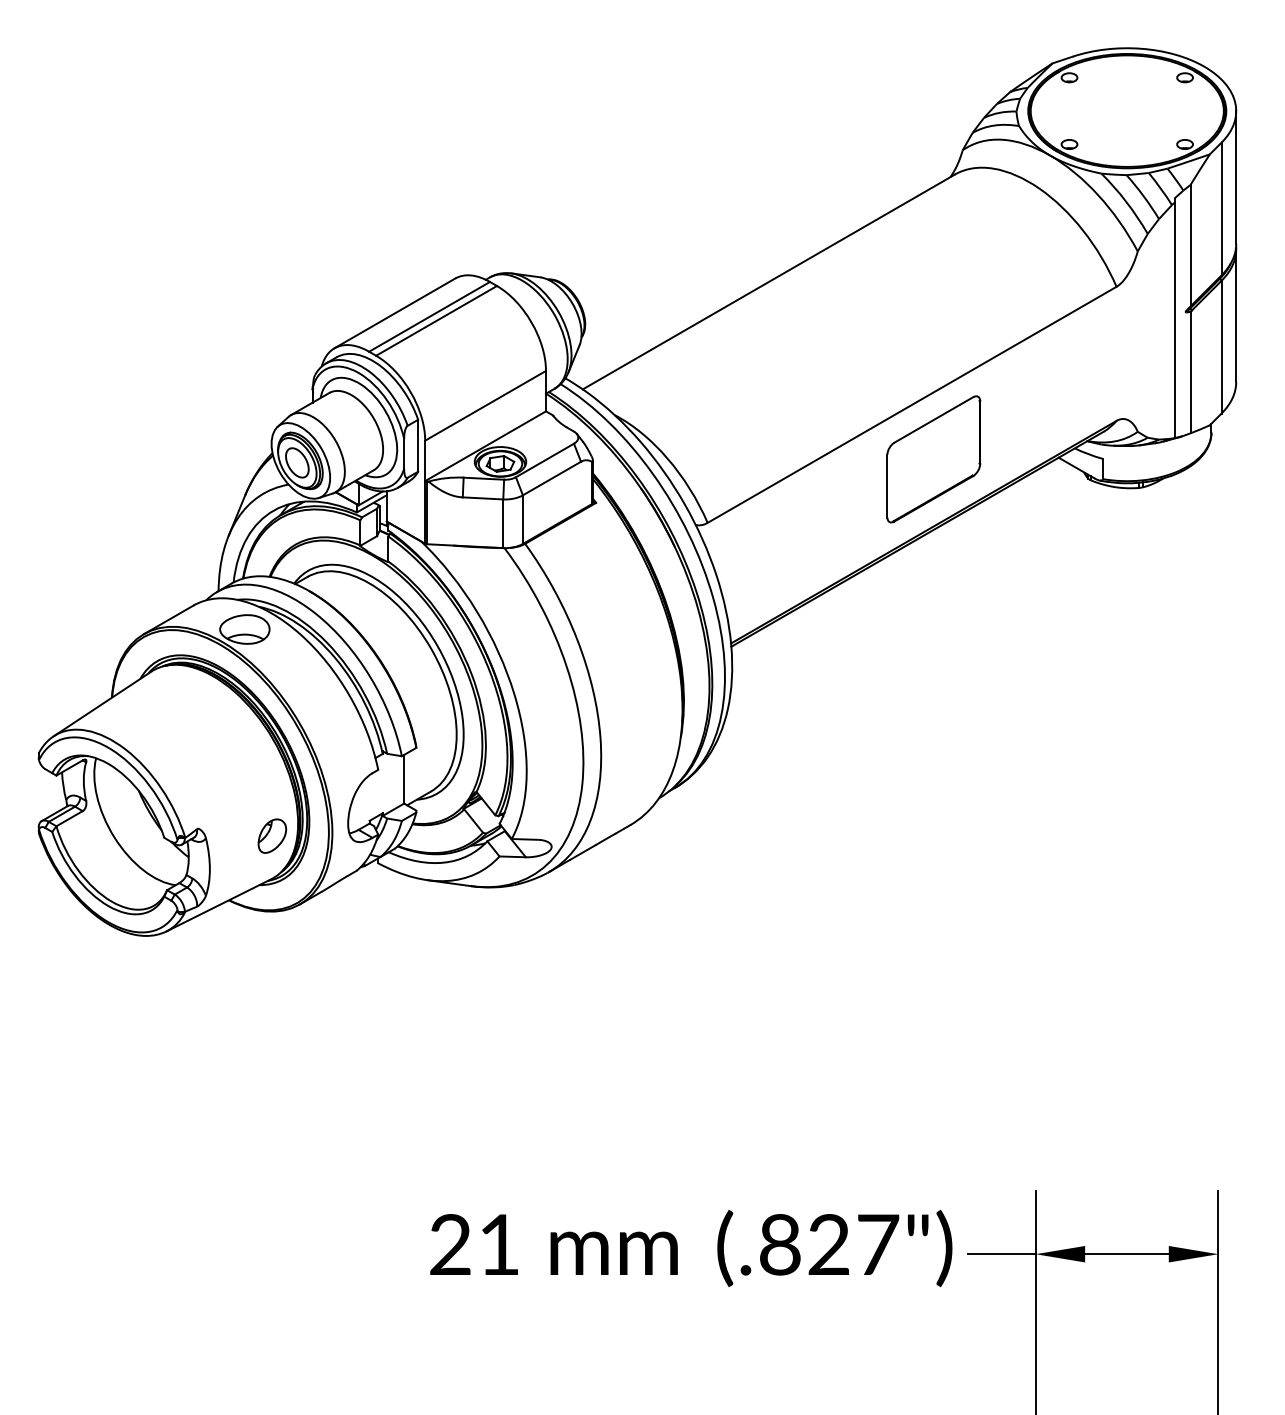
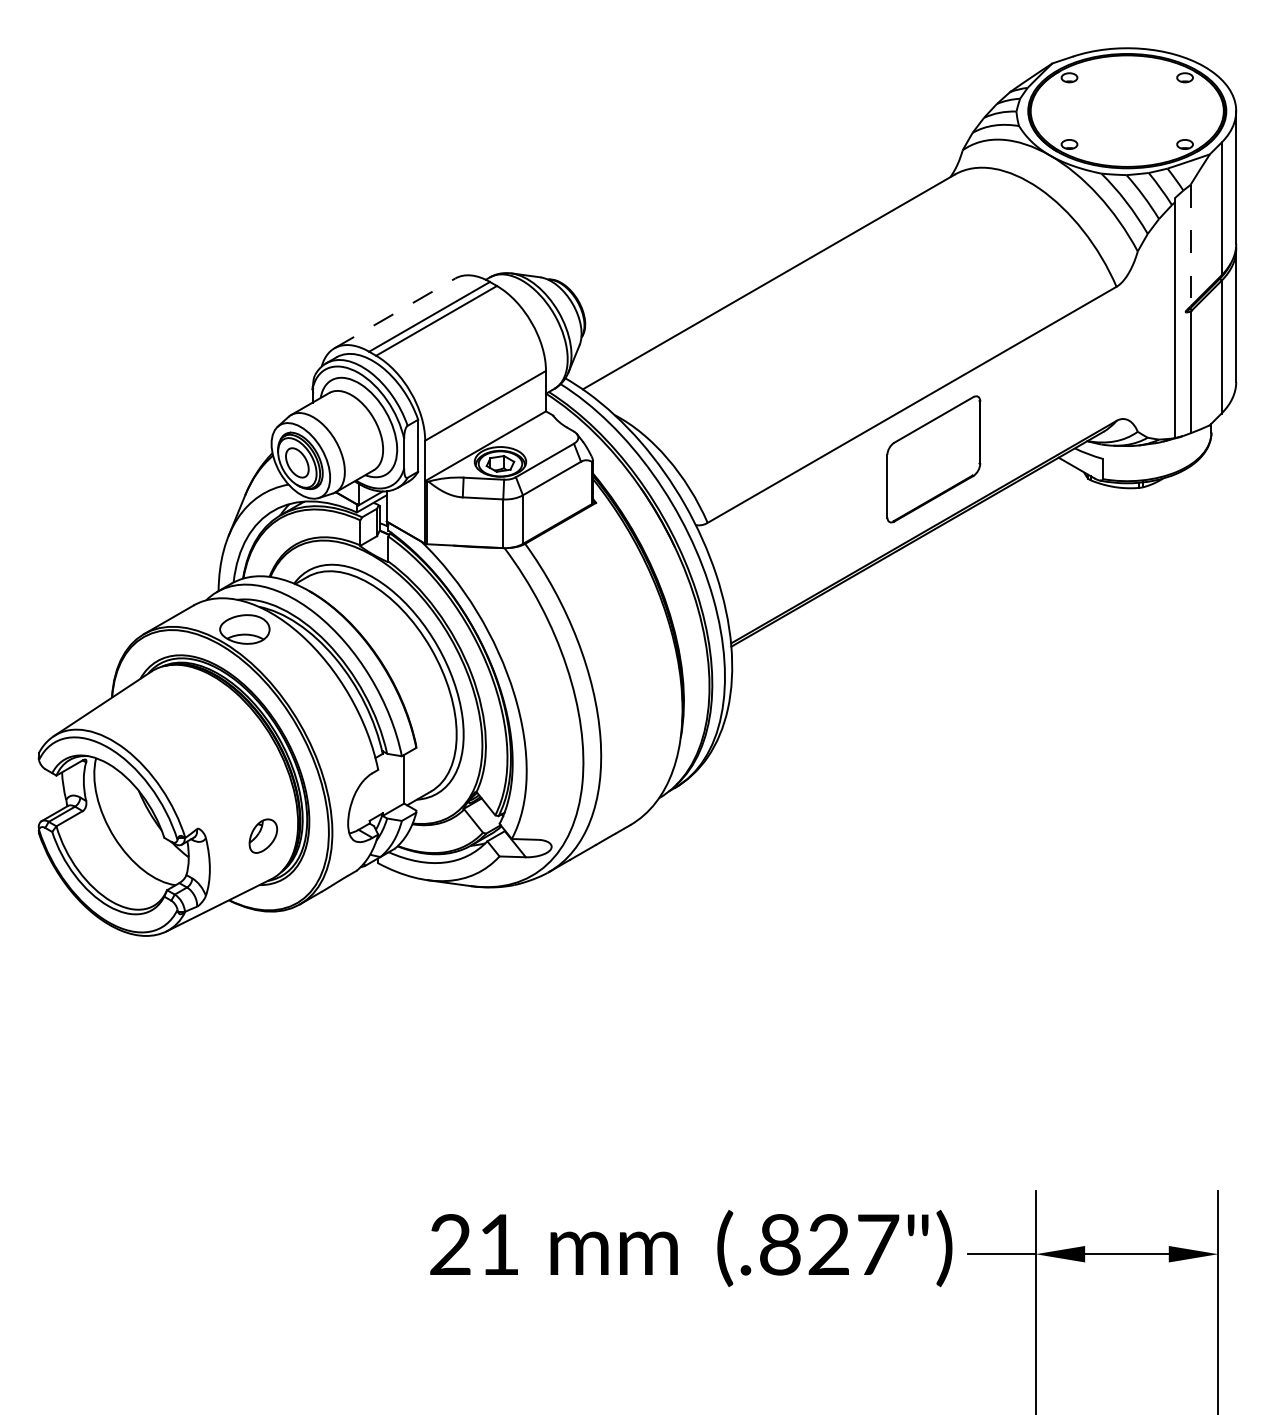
line at (1190, 245): solid -> dashed
line at (394, 313): solid -> dashed
part at (272, 835) position: (272, 835) -> (263, 835)
